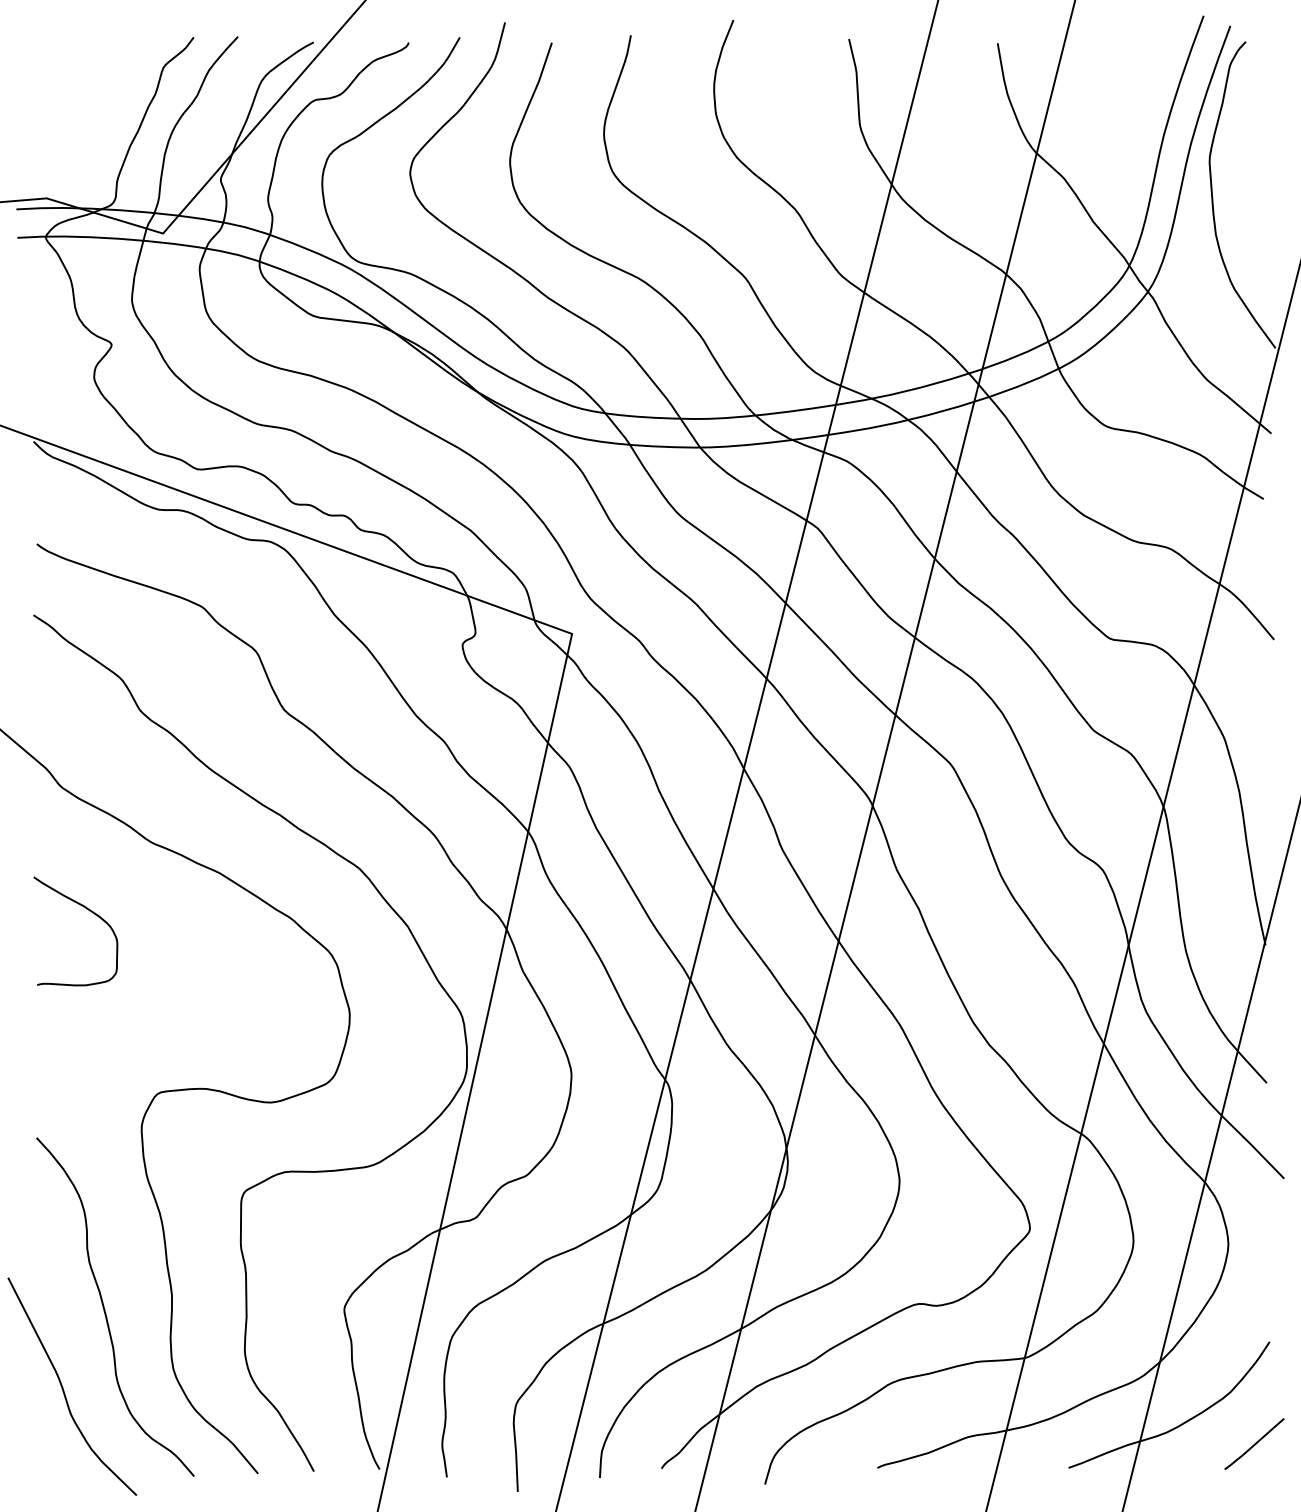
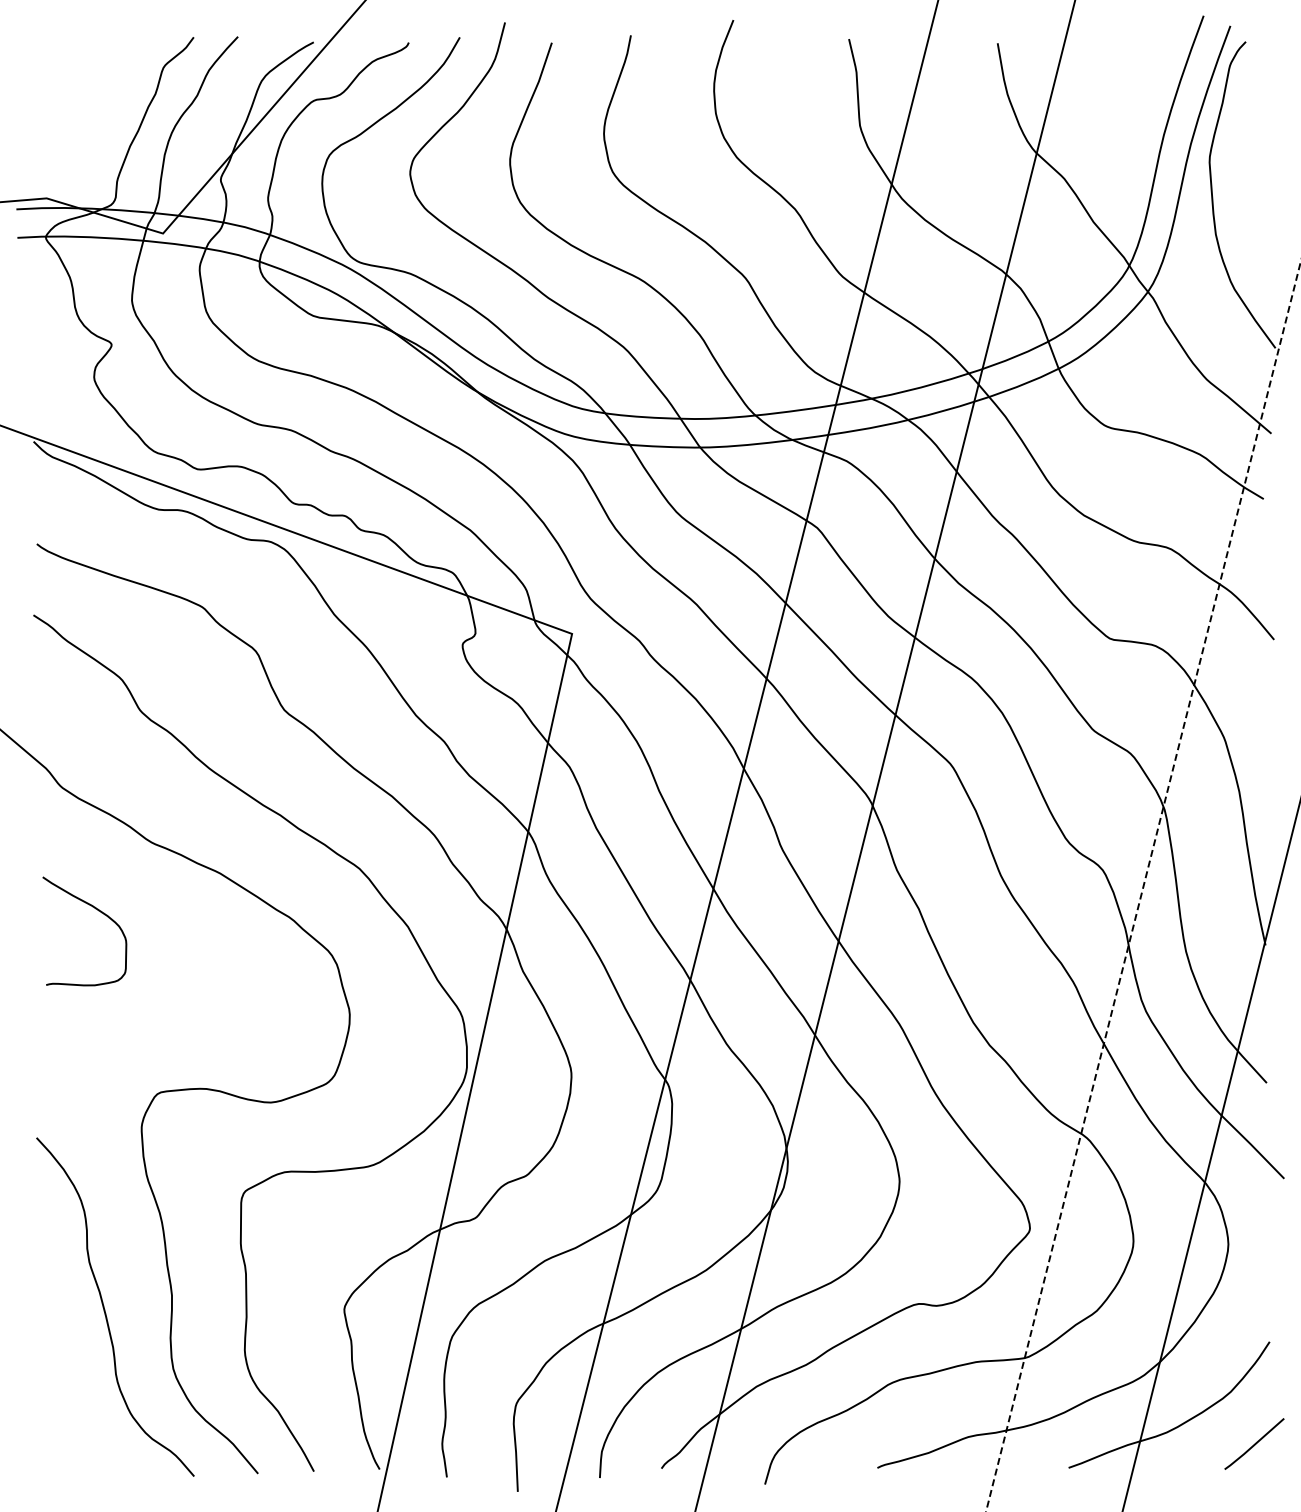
line at (1143, 886): solid -> dashed
curve at (89, 911) position: (89, 911) -> (98, 911)
curve at (64, 1390): present -> none
